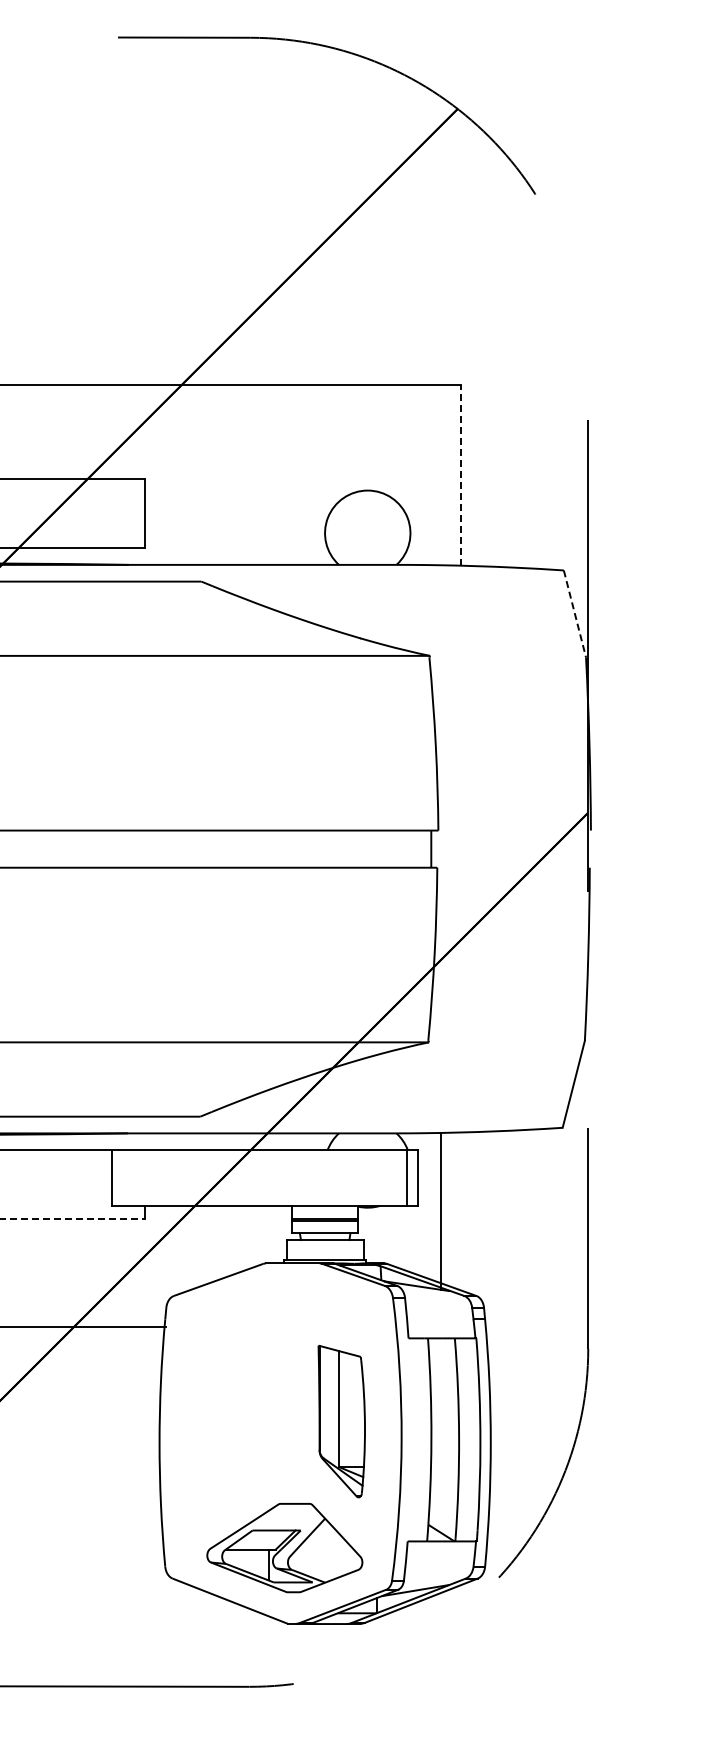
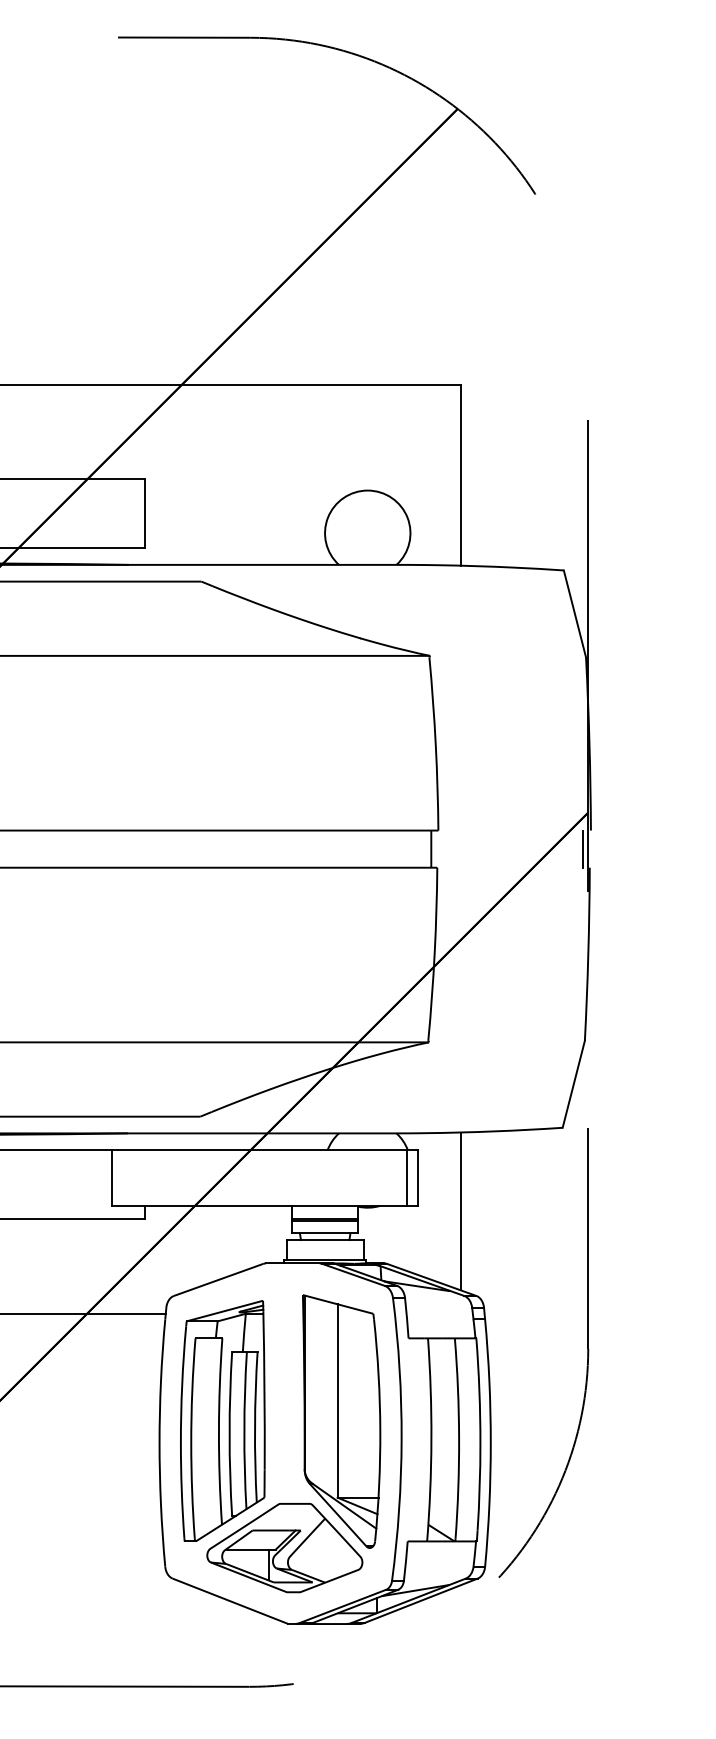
line at (460, 475): dashed -> solid
line at (574, 613): dashed -> solid
line at (582, 848): none -> present
line at (440, 1211) position: (440, 1211) -> (460, 1211)
line at (72, 1218): dashed -> solid
line at (83, 1326) position: (83, 1326) -> (83, 1313)
part at (222, 1420): none -> present
part at (341, 1421) size: 49x154 px -> 80x255 px
